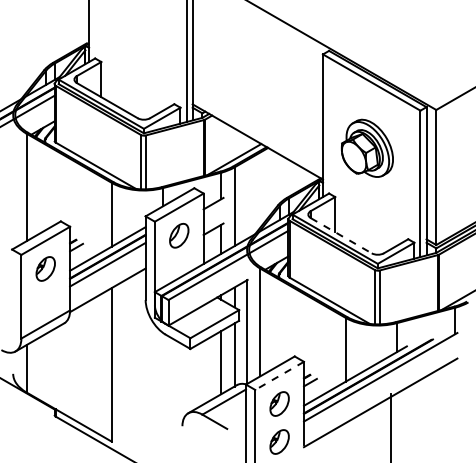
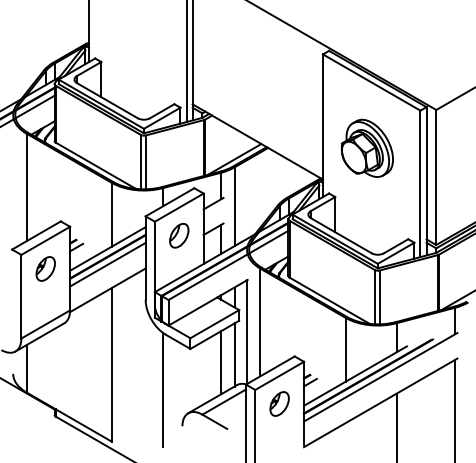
line at (341, 235): dashed -> solid
line at (279, 376): dashed -> solid
line at (162, 389): none -> present
line at (455, 409): none -> present
line at (390, 426) position: (390, 426) -> (396, 426)
part at (279, 441): present -> none
